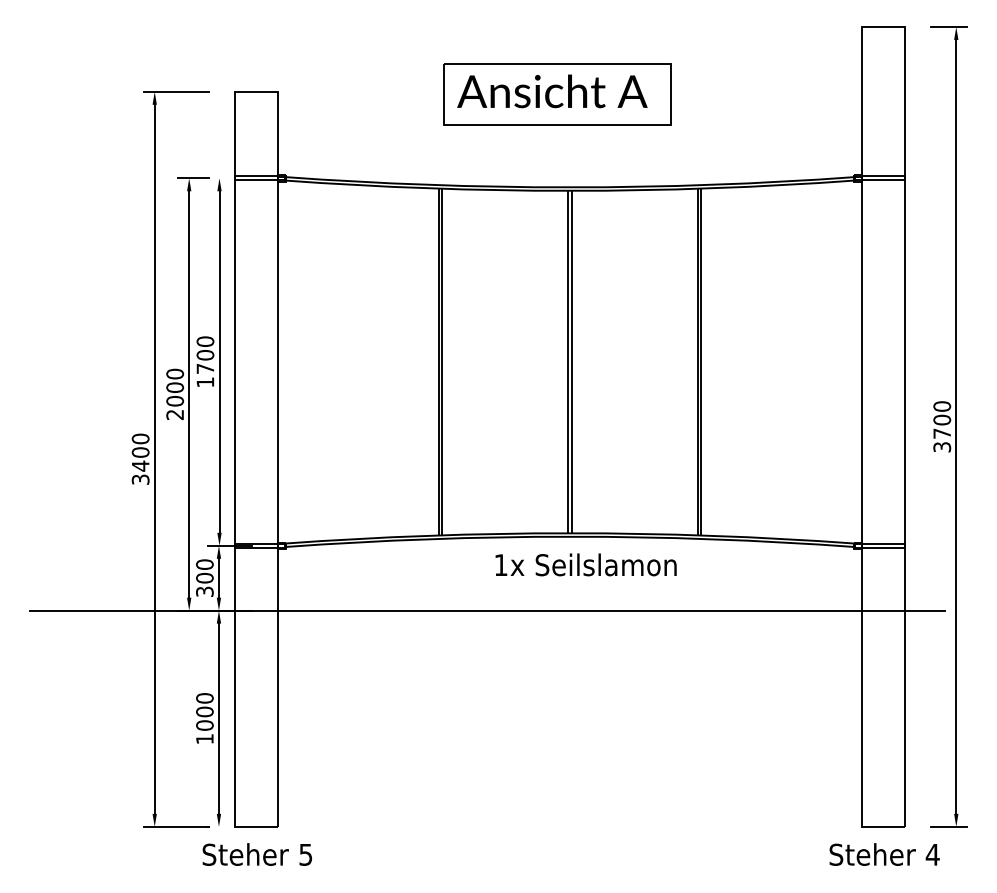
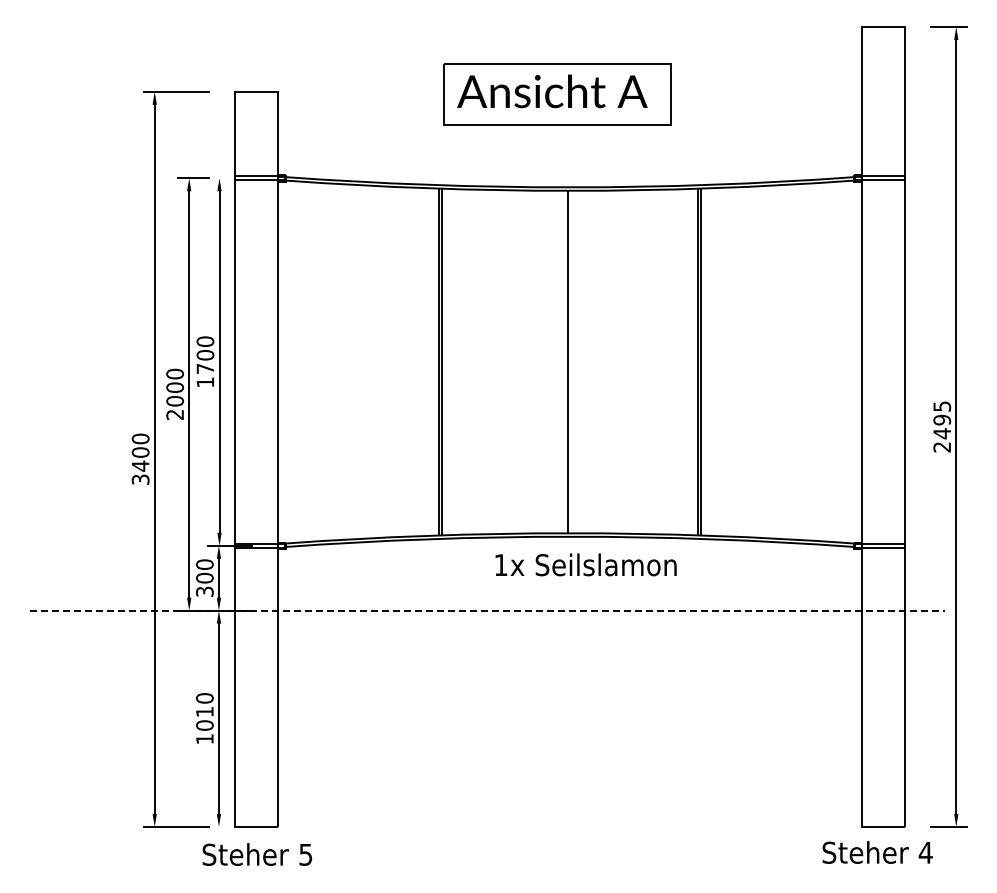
line at (571, 361): present -> none
text at (942, 426): 3700 -> 2495
line at (487, 610): solid -> dashed
text at (204, 711): 1000 -> 1010
text at (884, 854) position: (884, 854) -> (877, 852)
